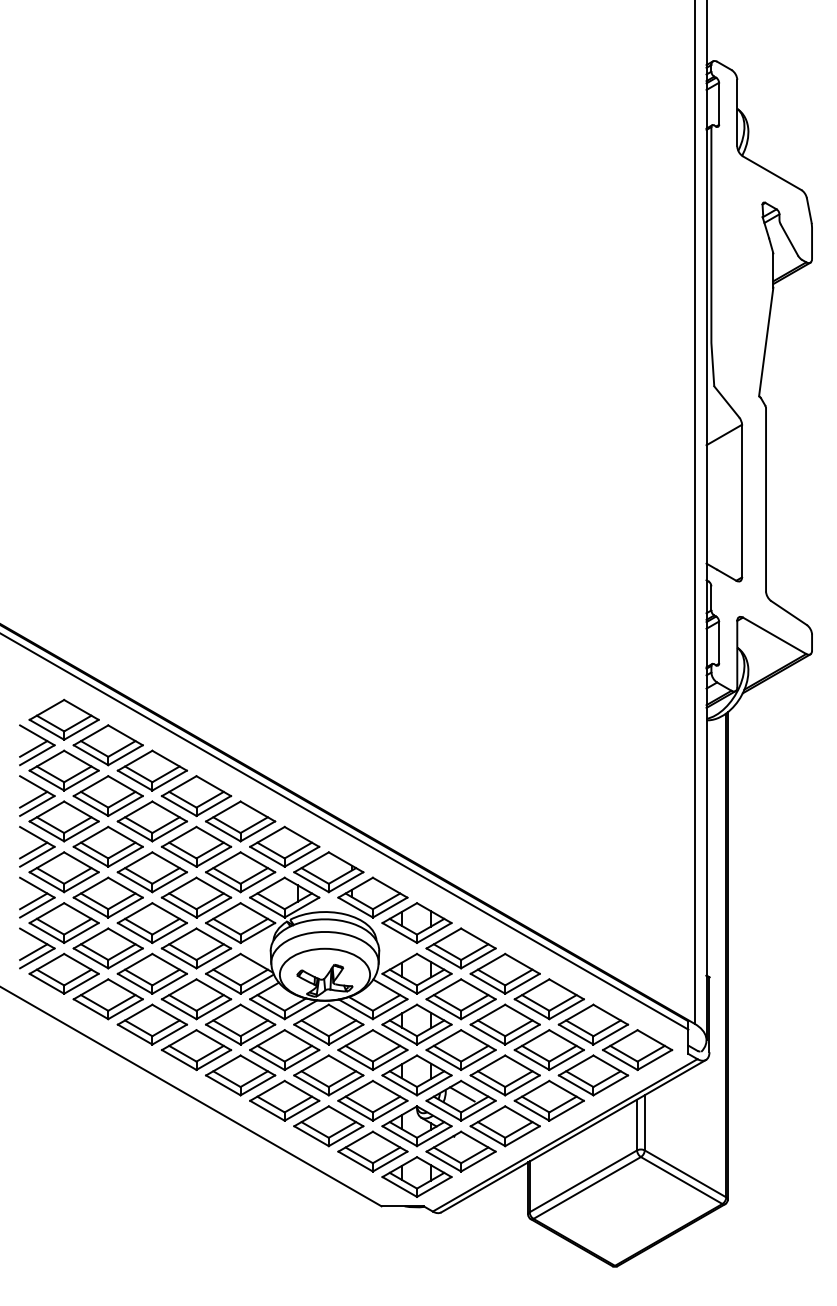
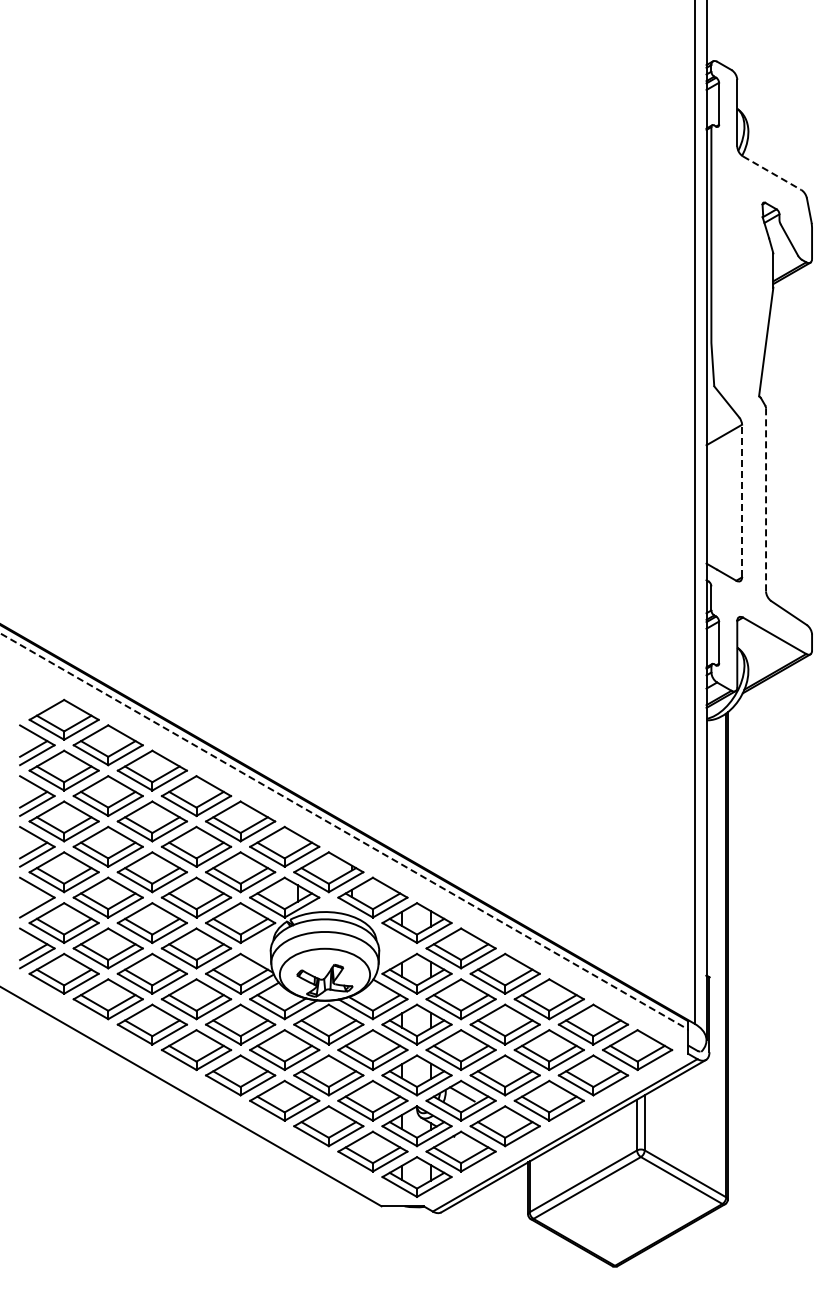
line at (772, 173): solid -> dashed
line at (766, 499): solid -> dashed
line at (742, 500): solid -> dashed
line at (344, 831): solid -> dashed
line at (33, 901): present -> none
